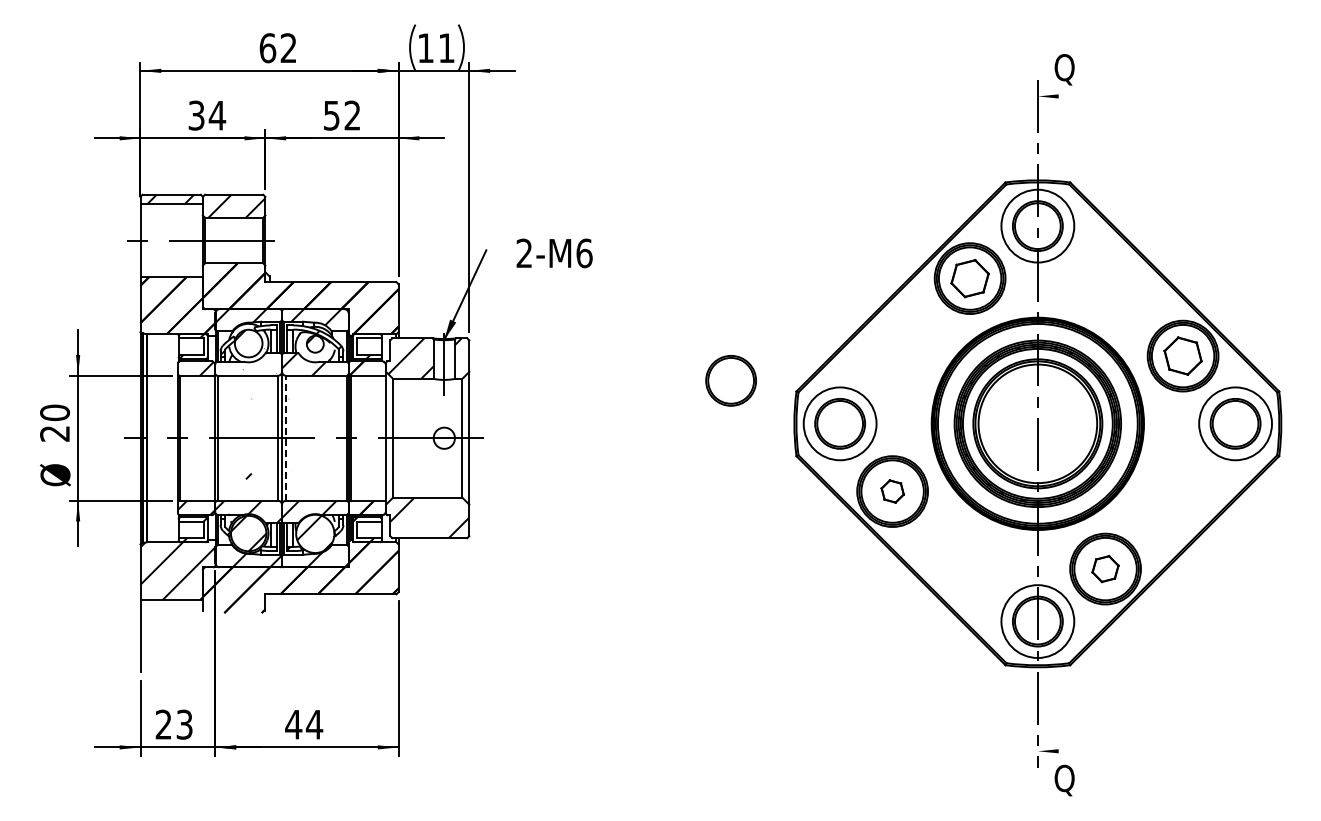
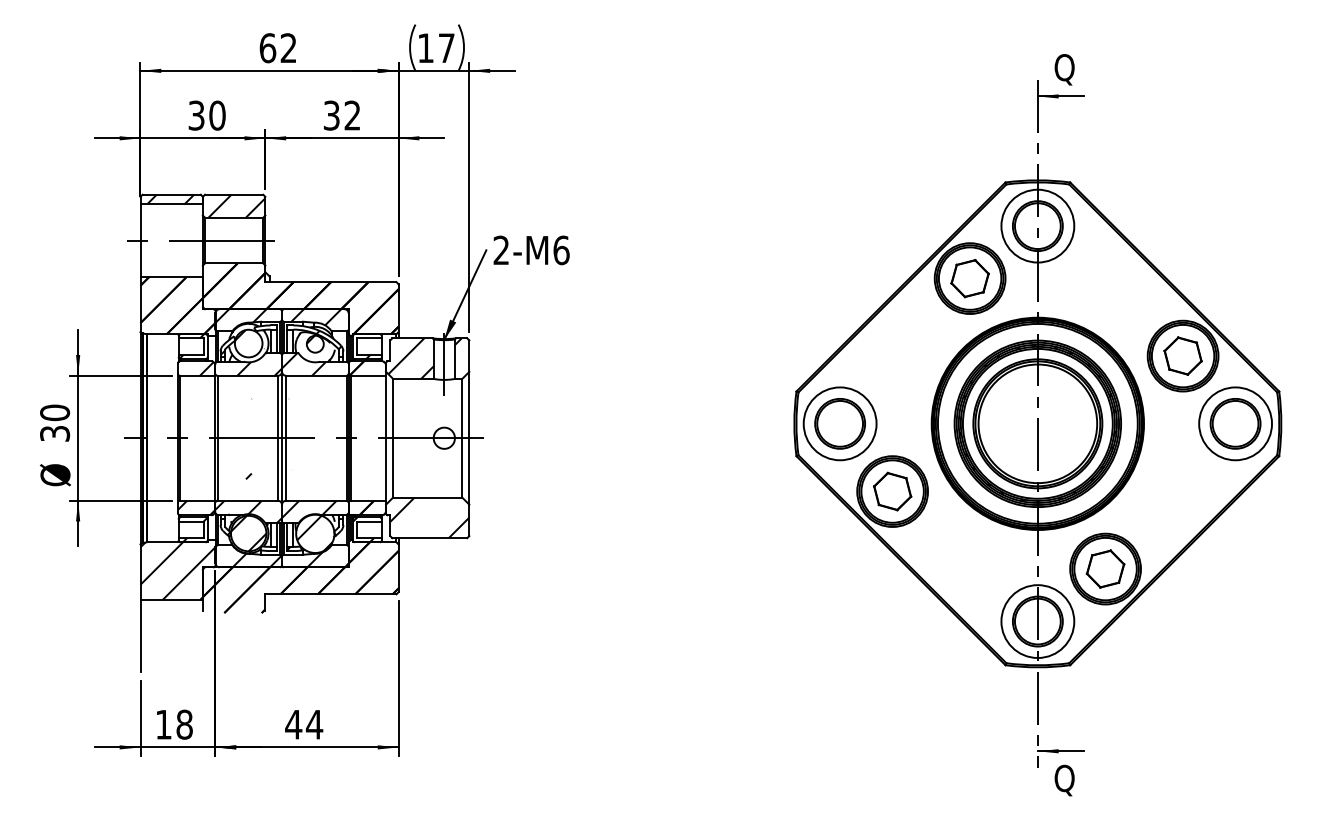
text at (446, 47): 11 -> 17
line at (1060, 96): none -> present
text at (217, 115): 34 -> 30
text at (331, 115): 52 -> 32
text at (554, 253) position: (554, 253) -> (531, 250)
hatch at (259, 368): none -> present
part at (730, 380): present -> none
text at (55, 433): 20 -> 30
line at (286, 437): dashed -> solid
part at (892, 491) size: 25x25 px -> 40x41 px
part at (1105, 569) size: 29x29 px -> 41x40 px
text at (173, 724): 23 -> 18
line at (1060, 751): none -> present
